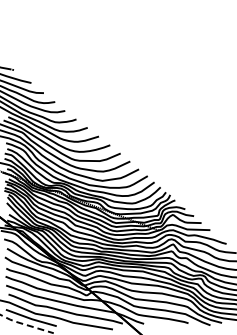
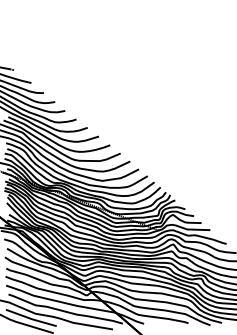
line at (25, 324): dashed -> solid
